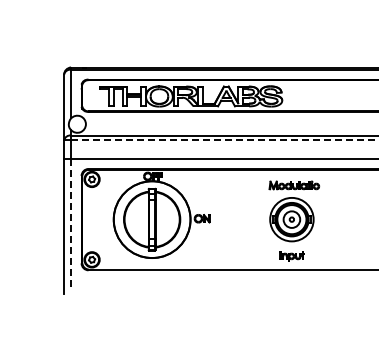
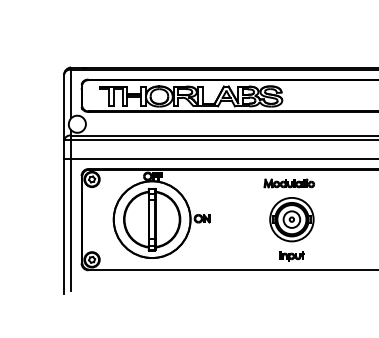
line at (225, 140): dashed -> solid
part at (294, 185) position: (294, 185) -> (289, 183)
line at (71, 225): dashed -> solid
